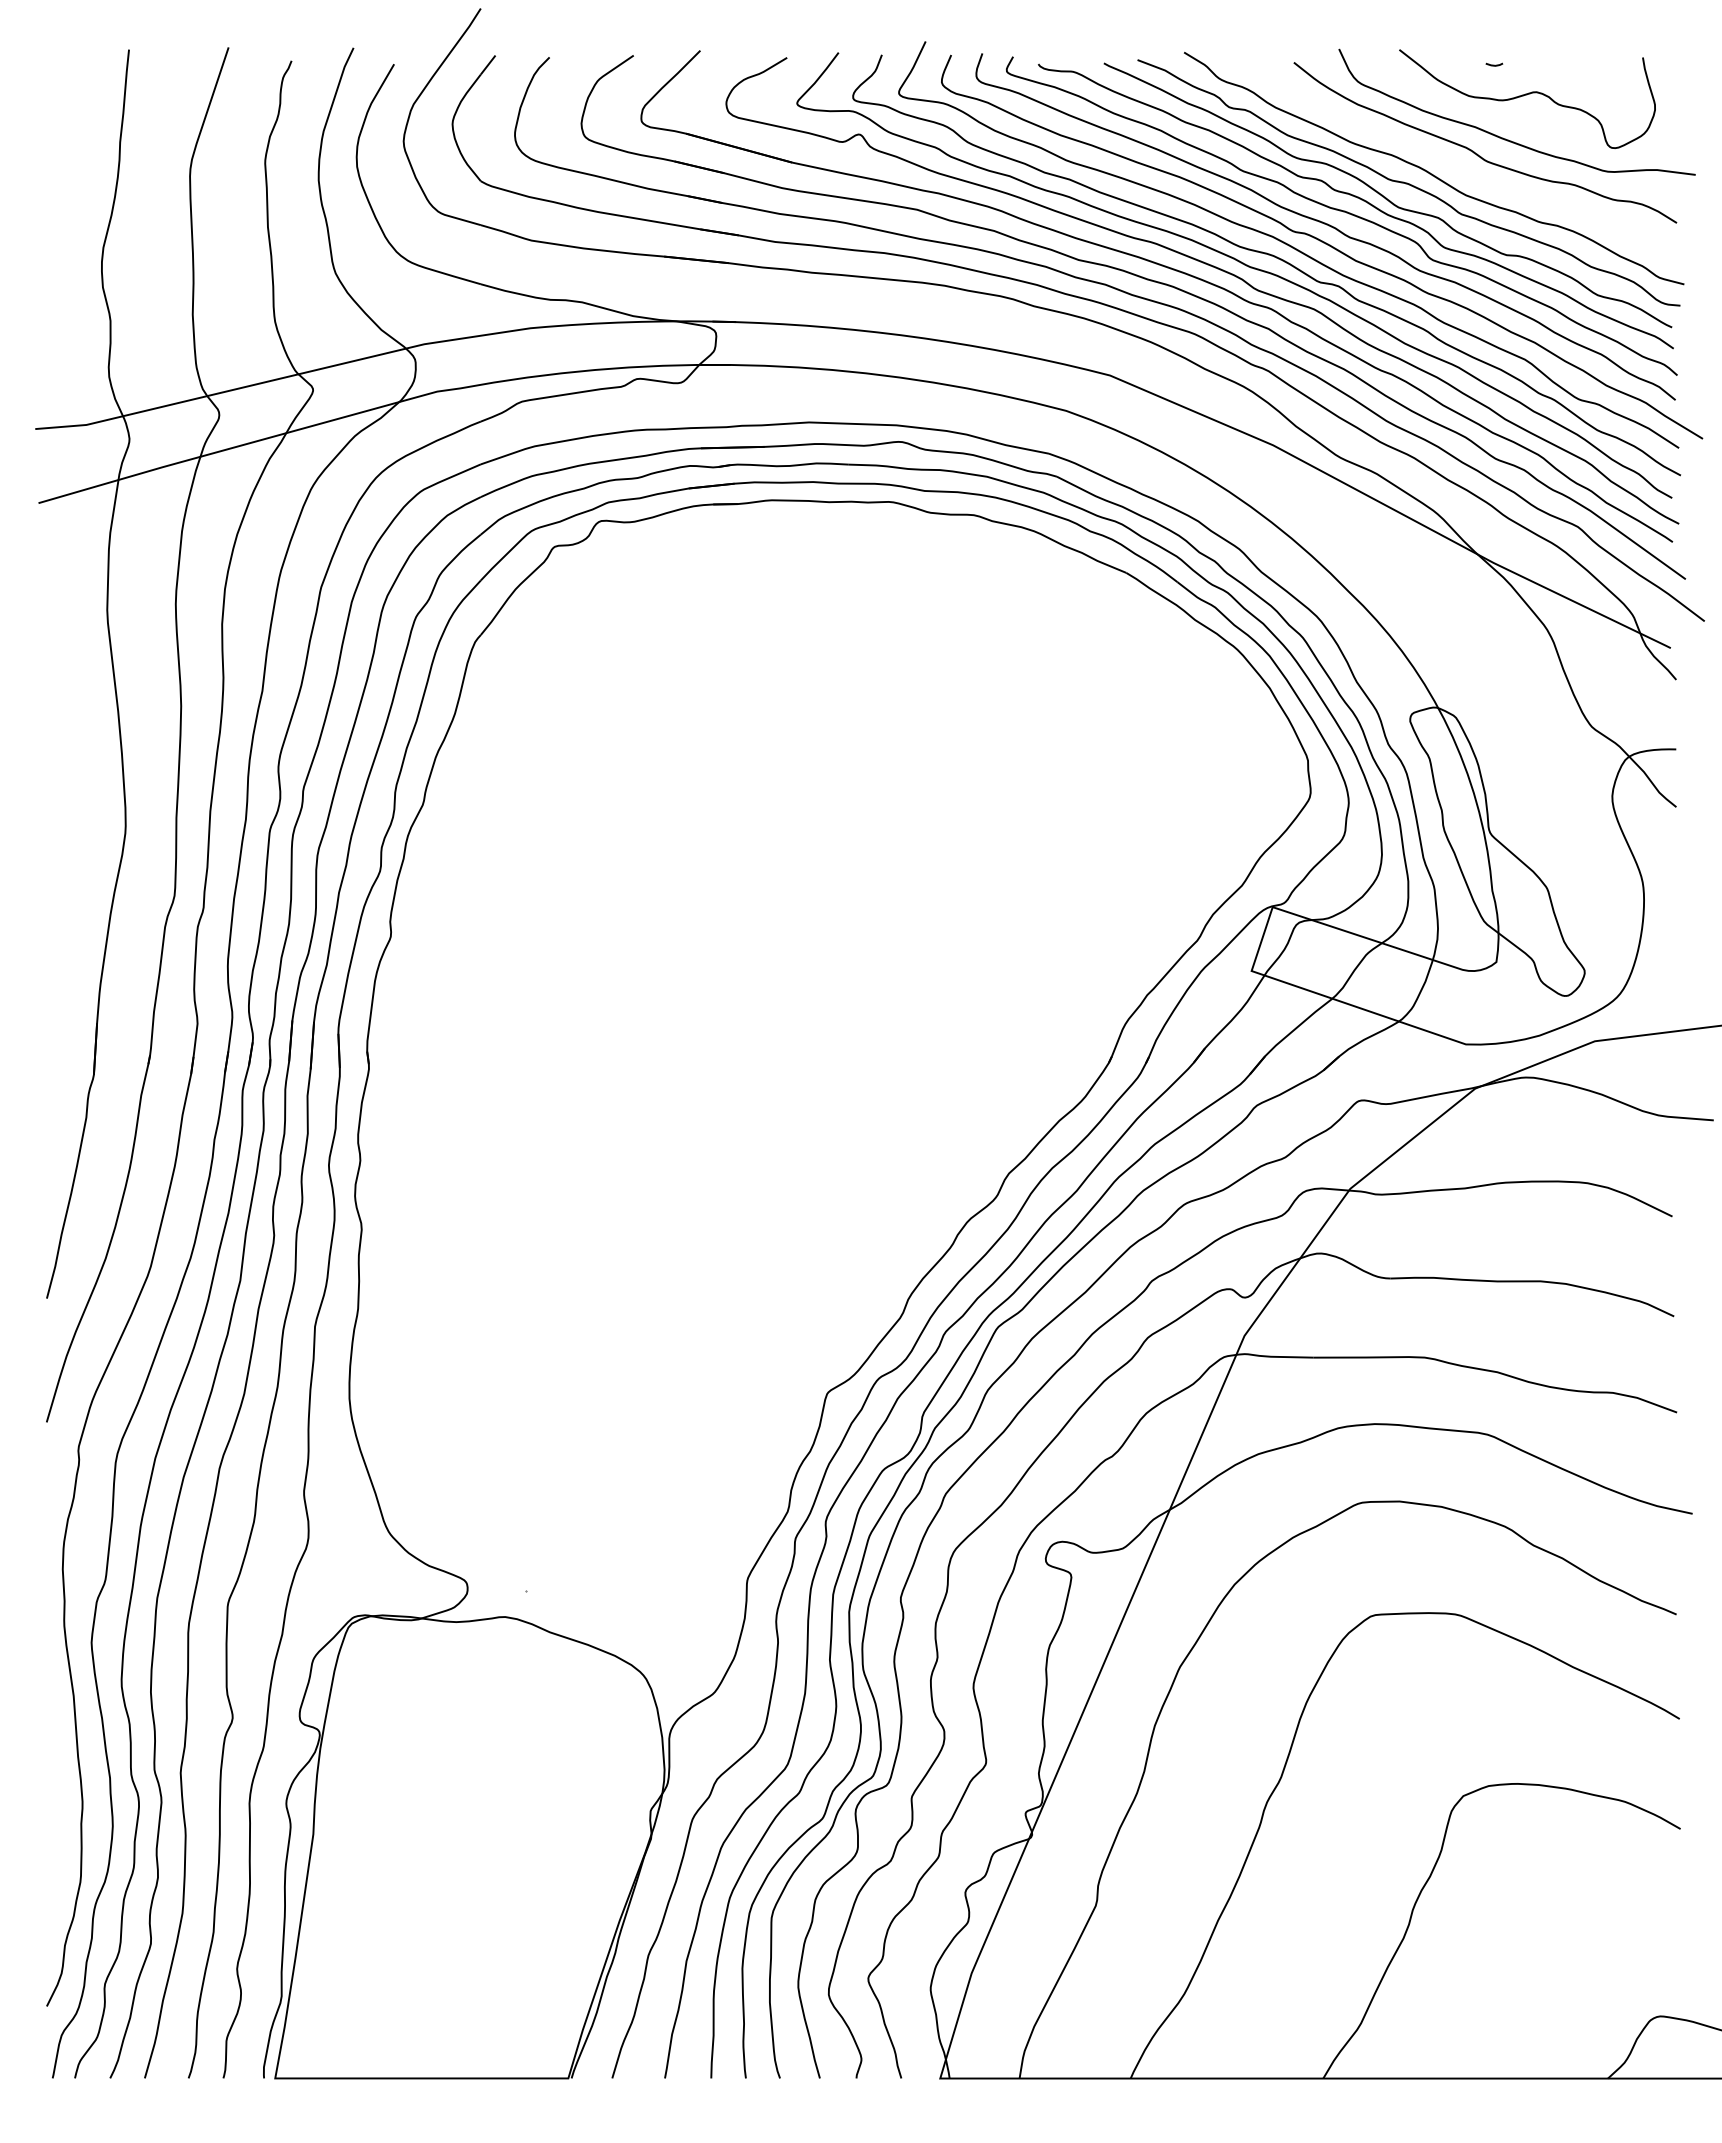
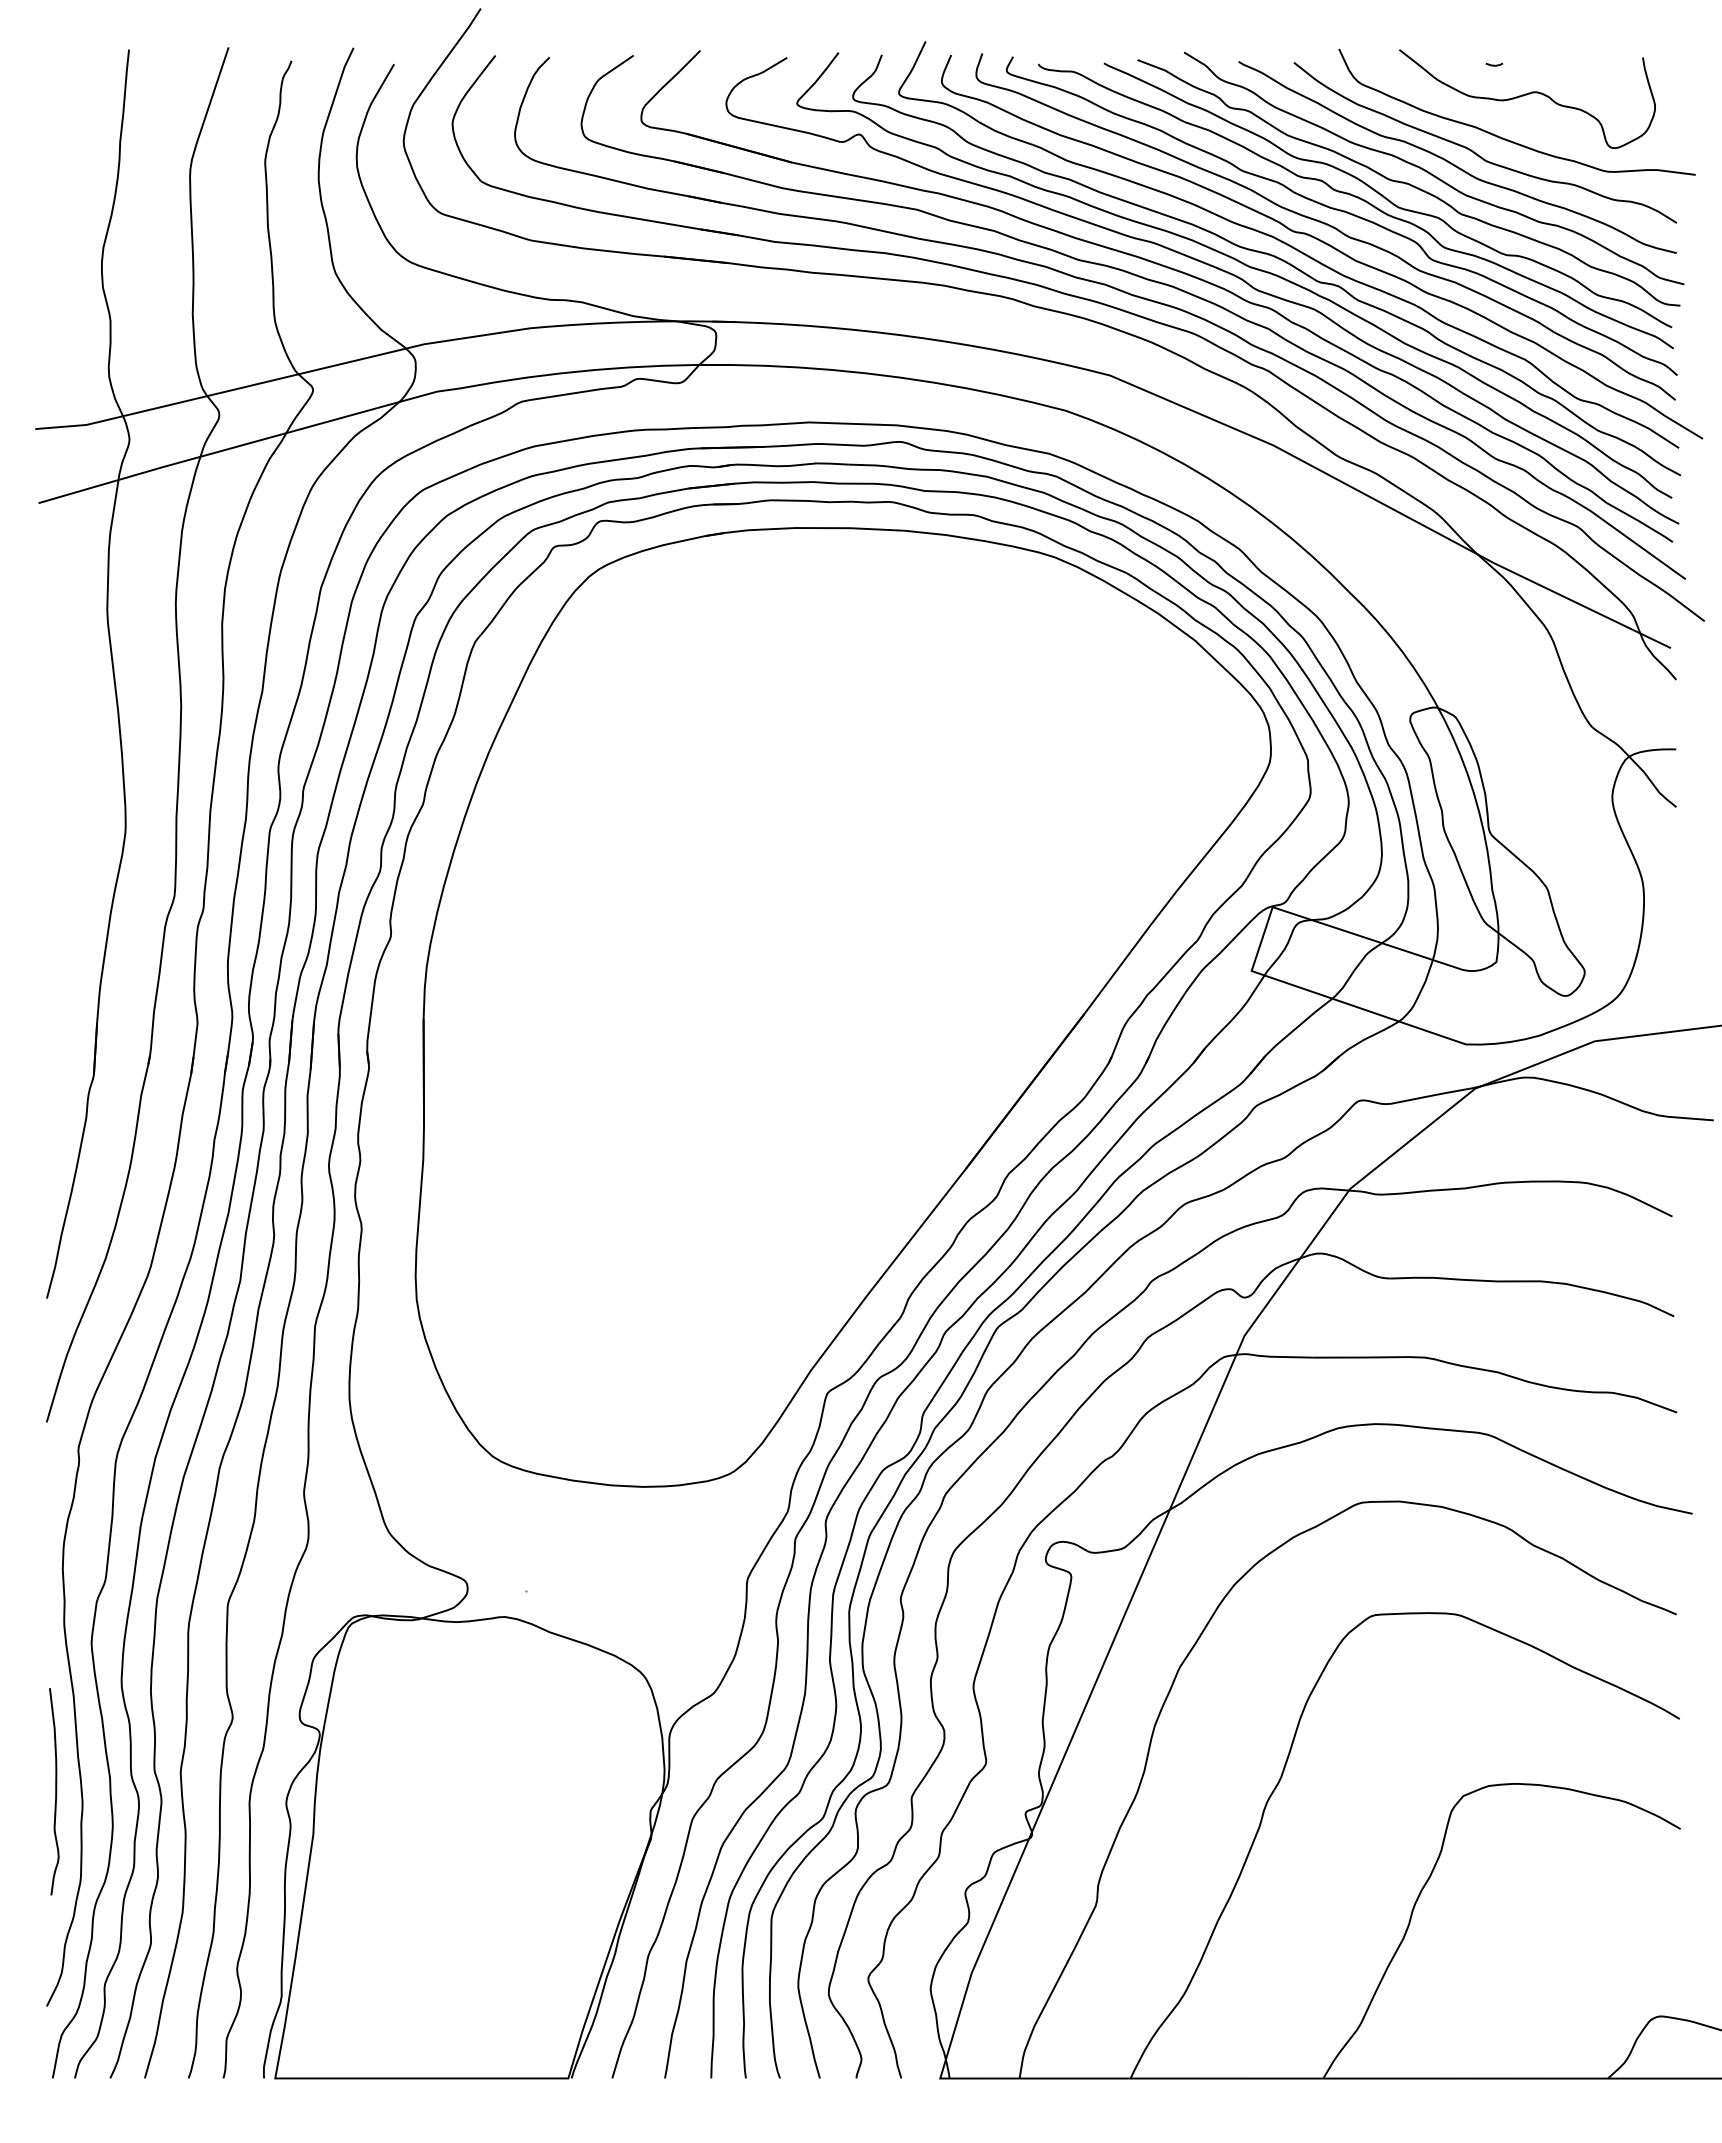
curve at (1453, 163): none -> present
part at (842, 1007): none -> present
curve at (55, 1791): none -> present
